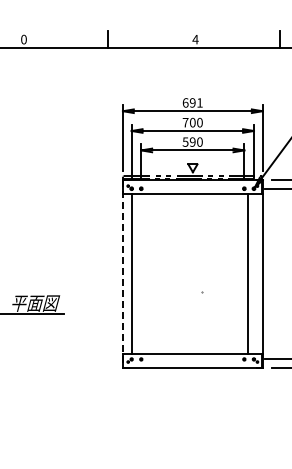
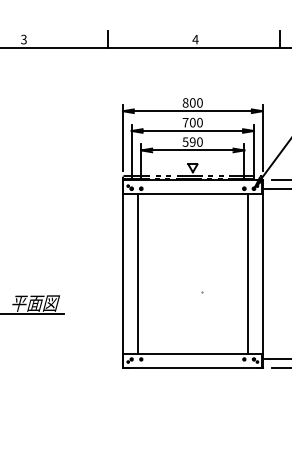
text at (23, 39): 0 -> 3
text at (192, 102): 691 -> 800
line at (122, 274): dashed -> solid
line at (131, 274) position: (131, 274) -> (137, 274)
